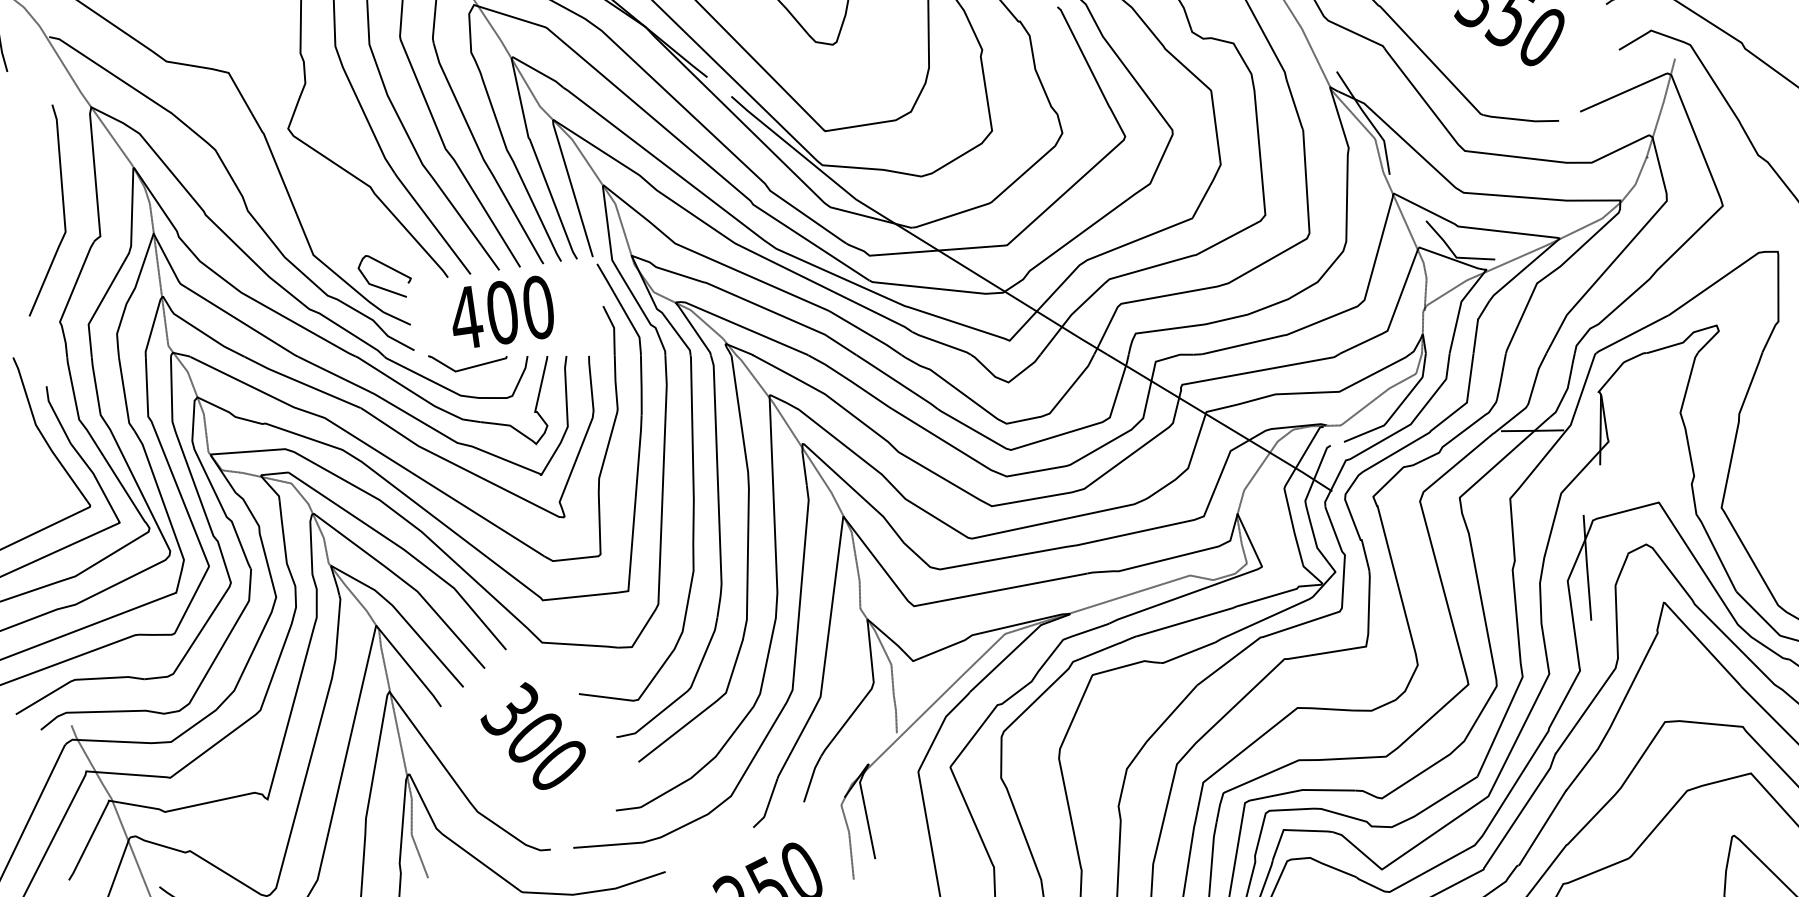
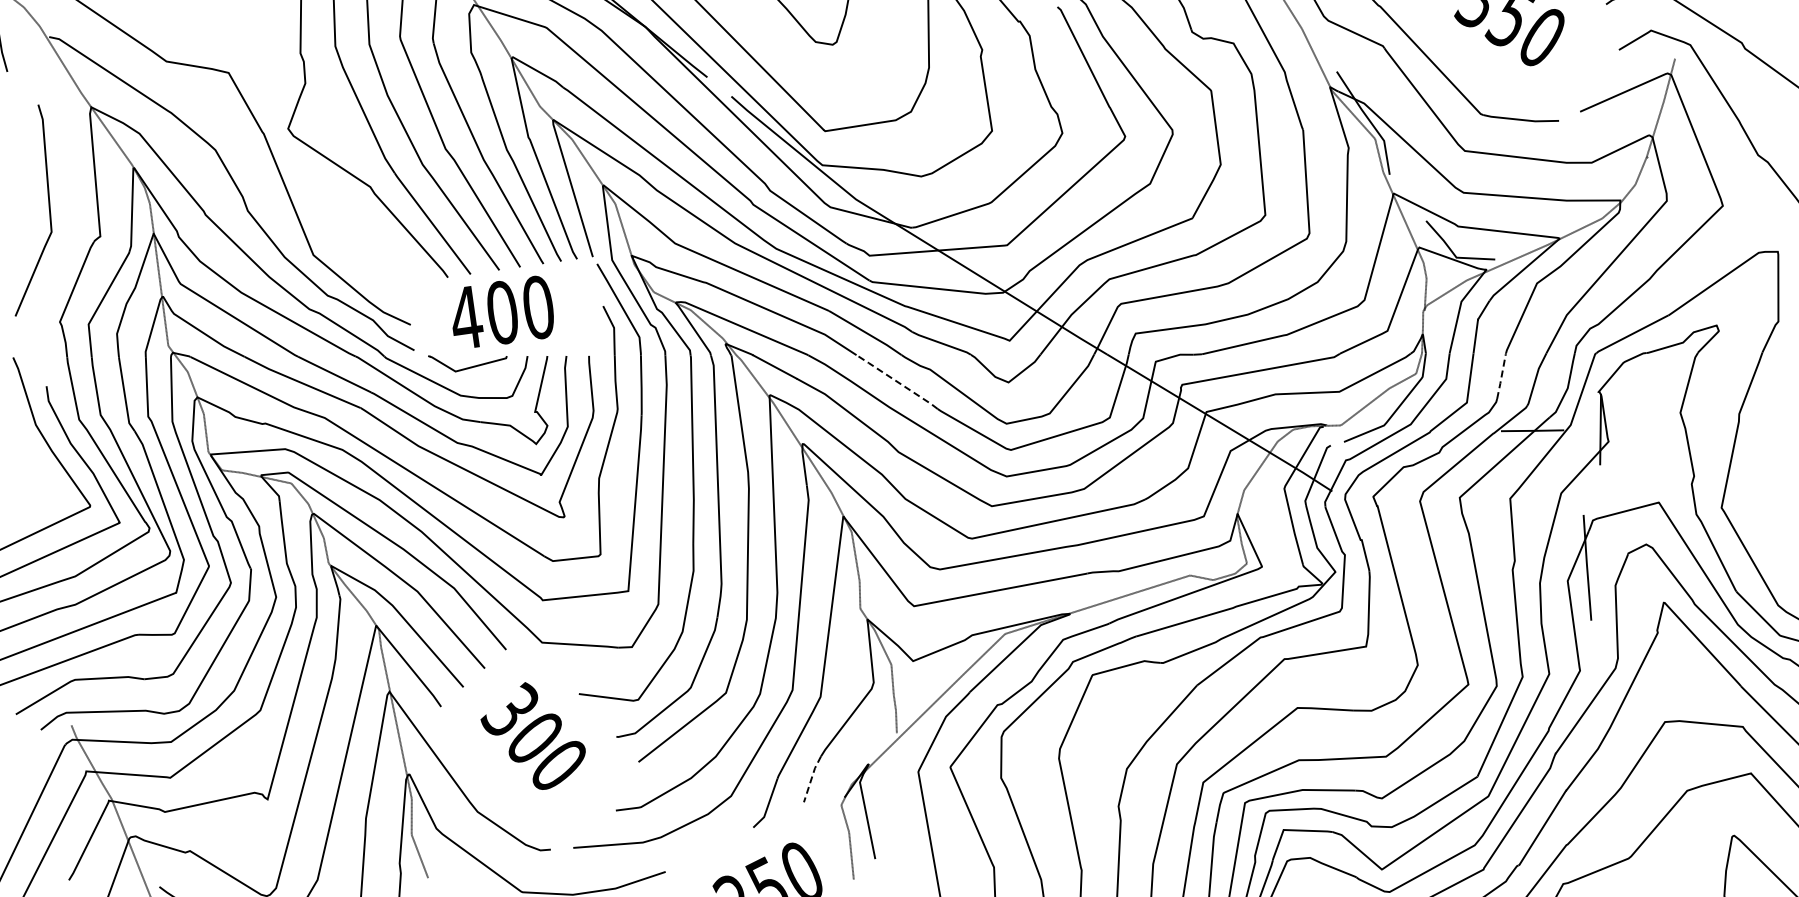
line at (62, 208) position: (62, 208) -> (48, 208)
part at (389, 268): present -> none
line at (1501, 375): solid -> dashed
line at (897, 381): solid -> dashed
line at (811, 778): solid -> dashed
